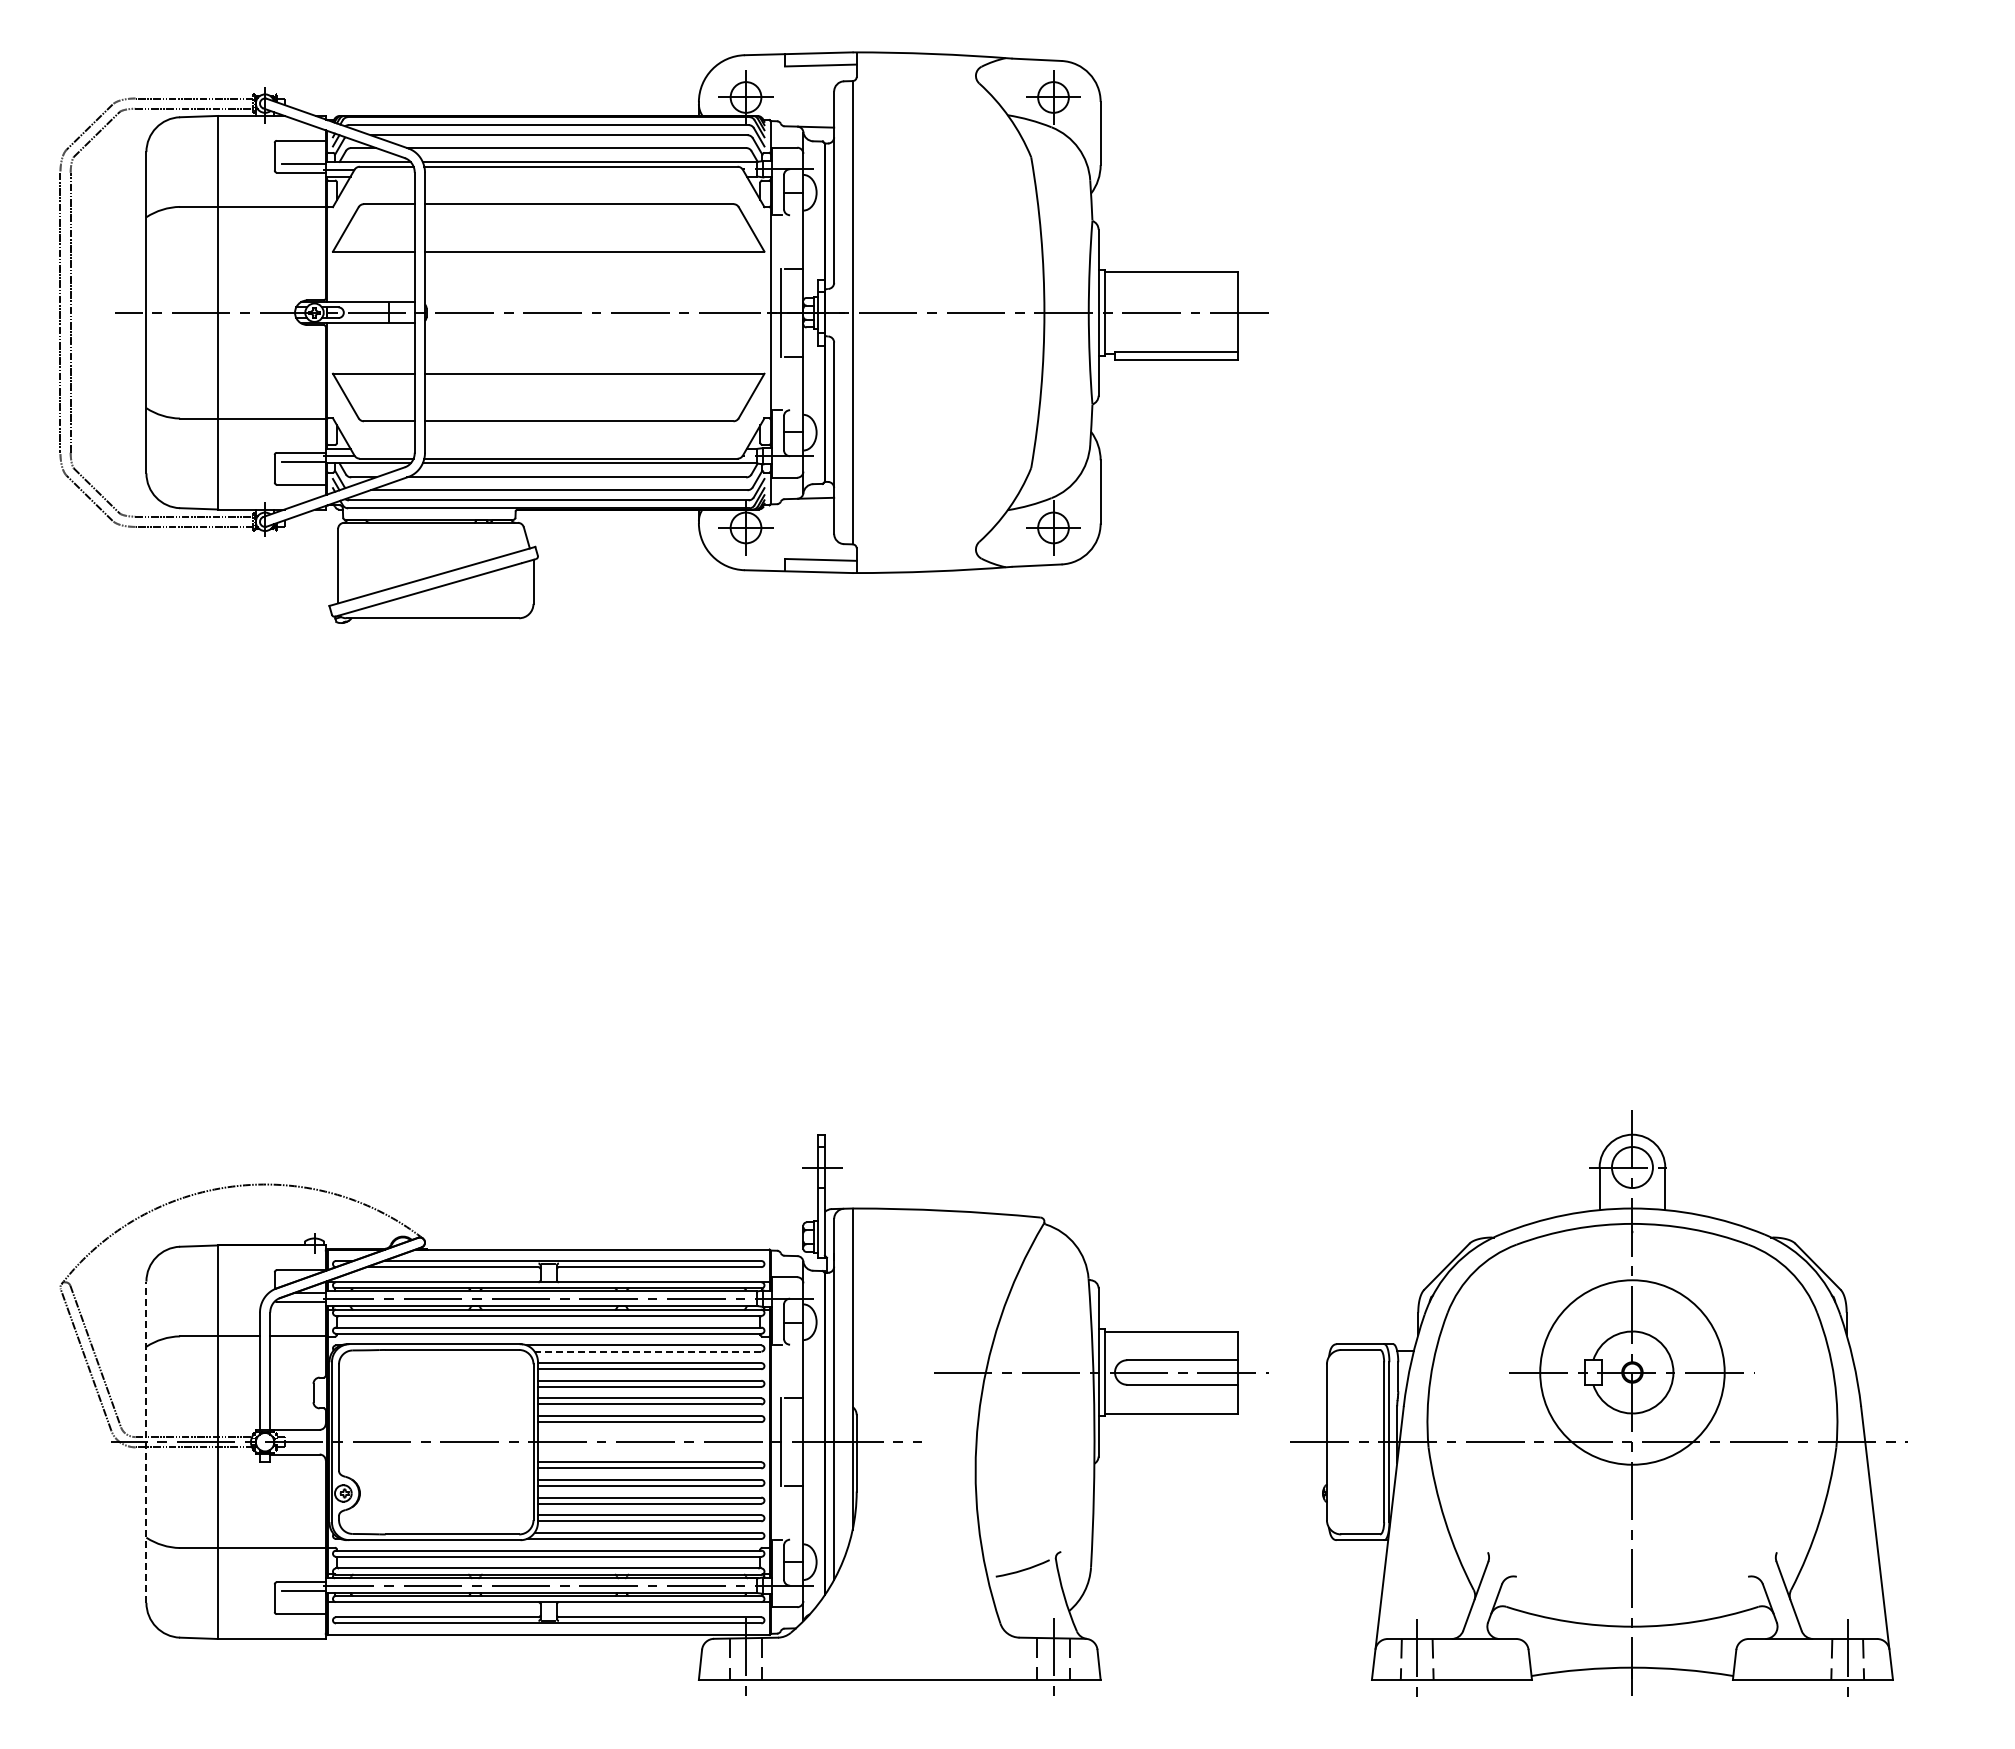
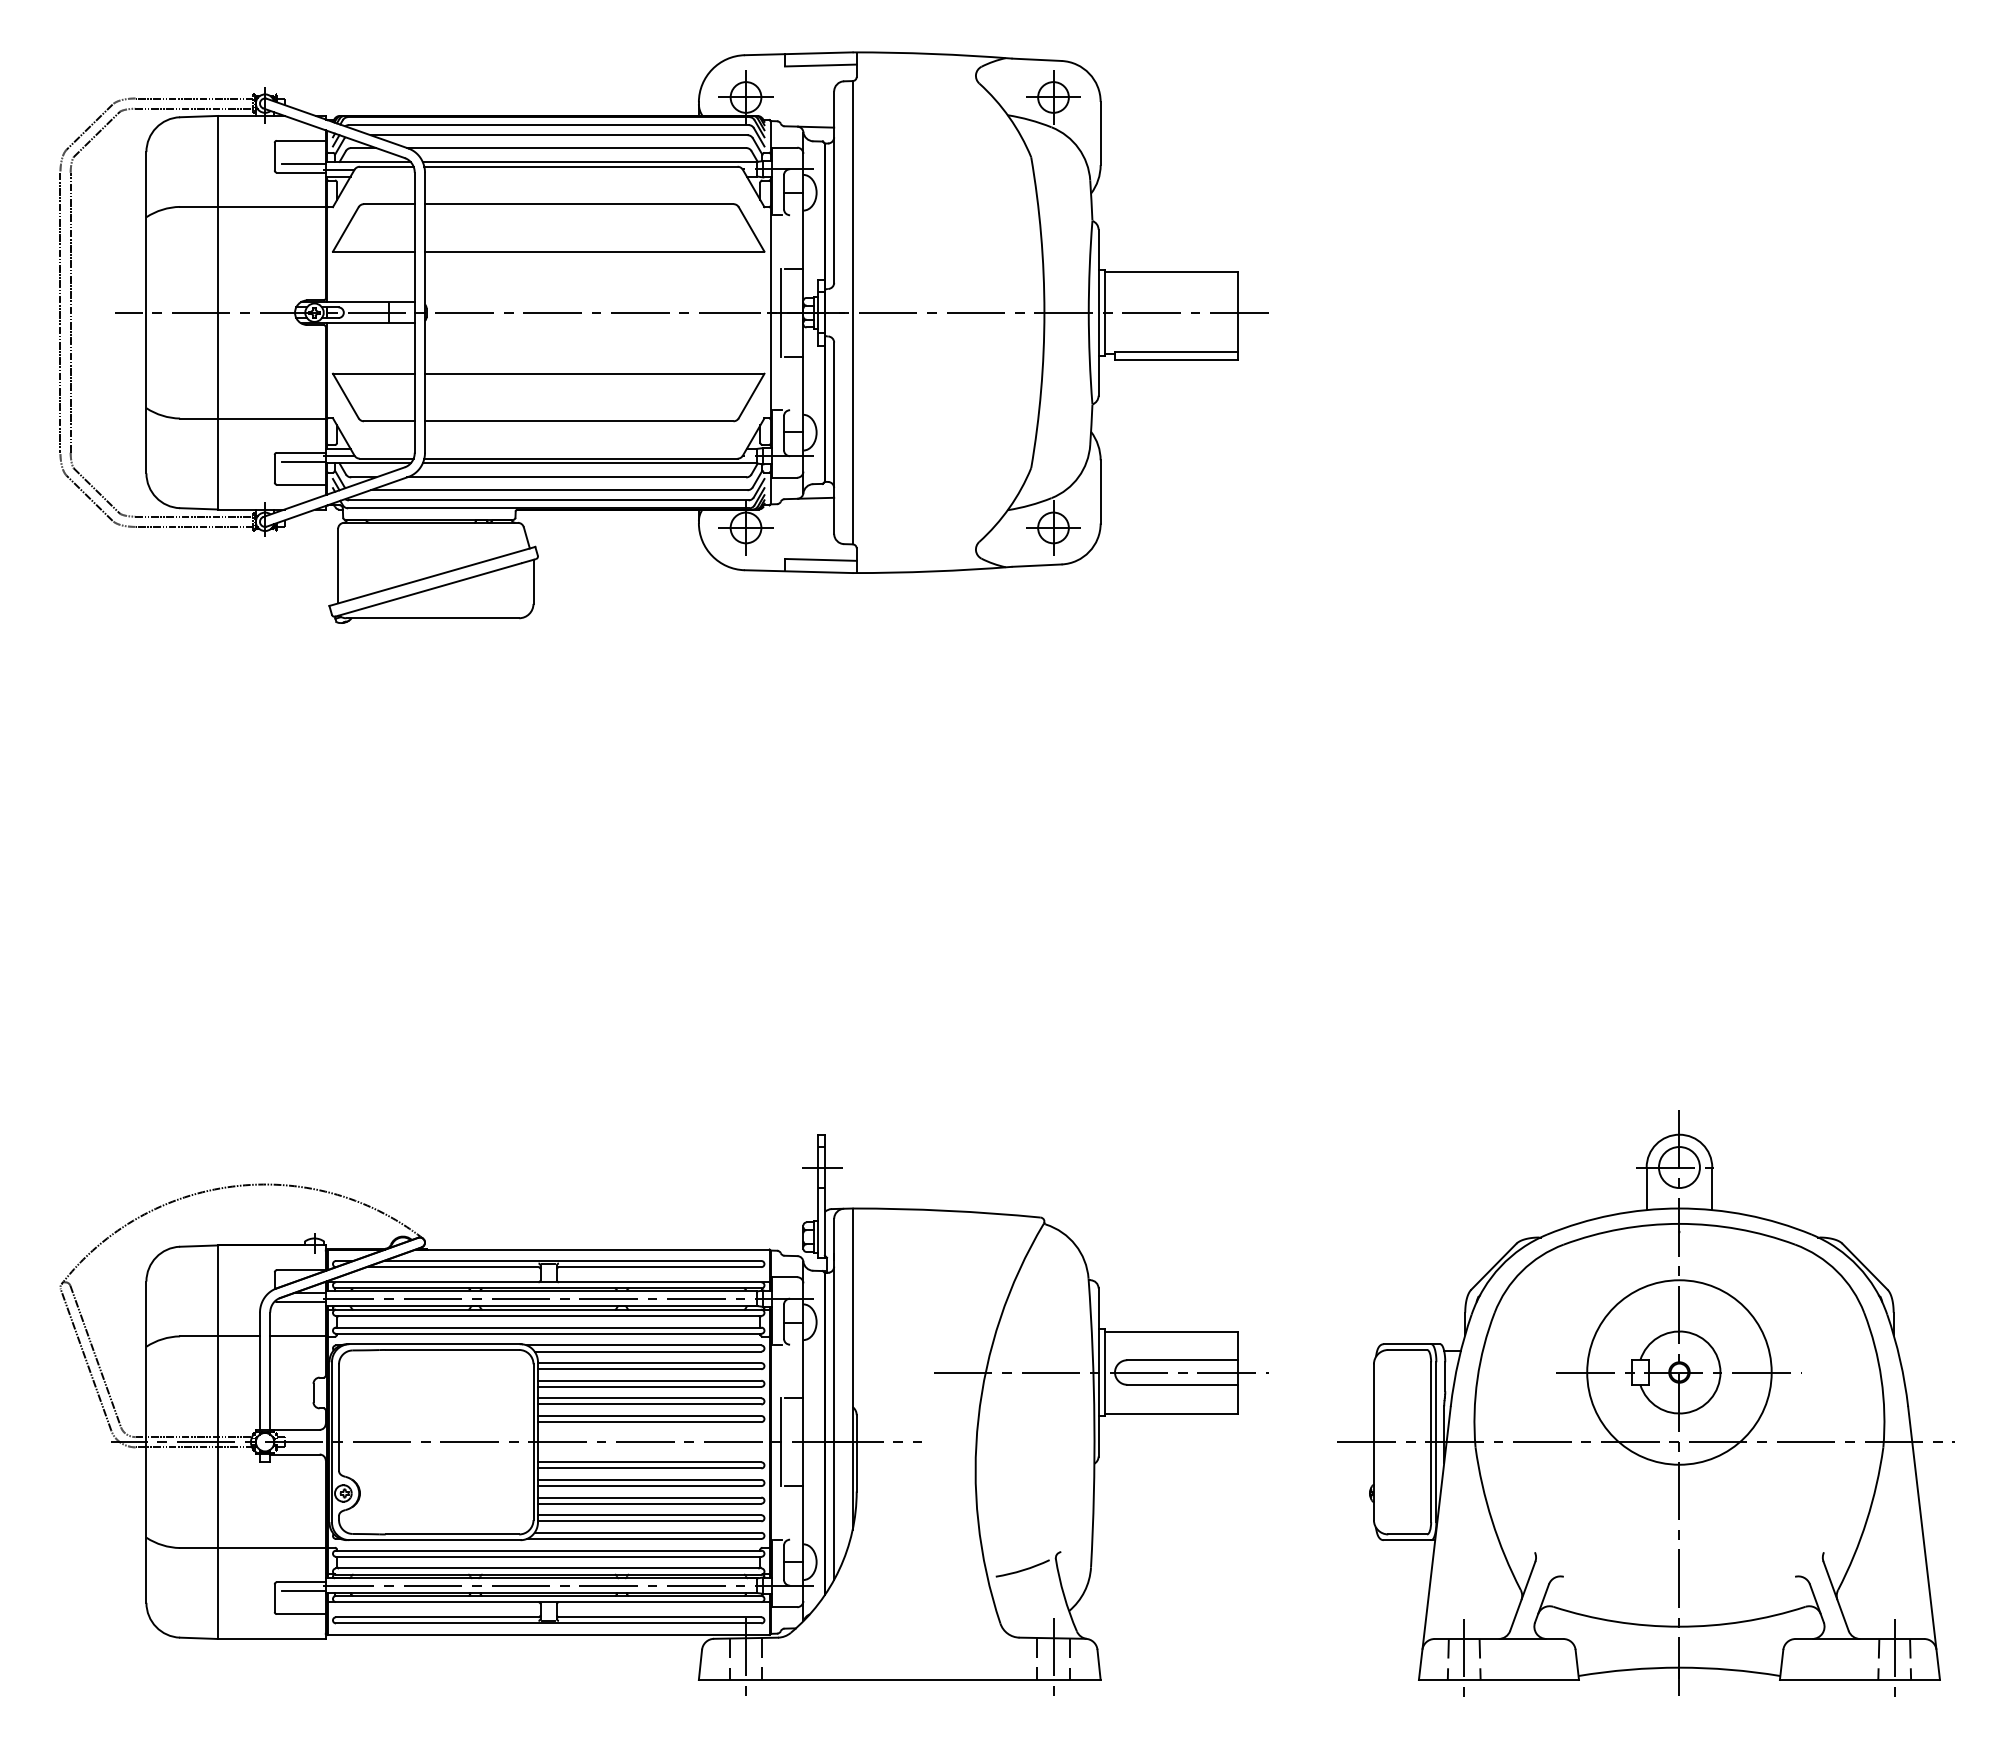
line at (647, 1351): dashed -> solid
part at (1598, 1403) position: (1598, 1403) -> (1645, 1403)
line at (146, 1442): dashed -> solid
